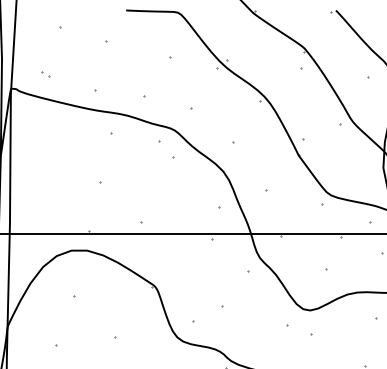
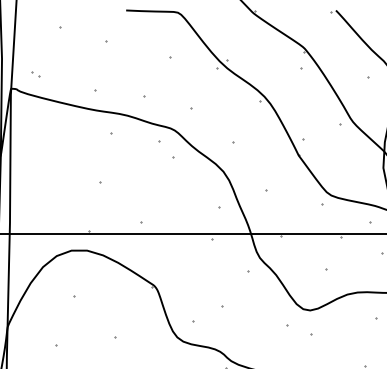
part at (45, 74) position: (45, 74) -> (35, 74)
